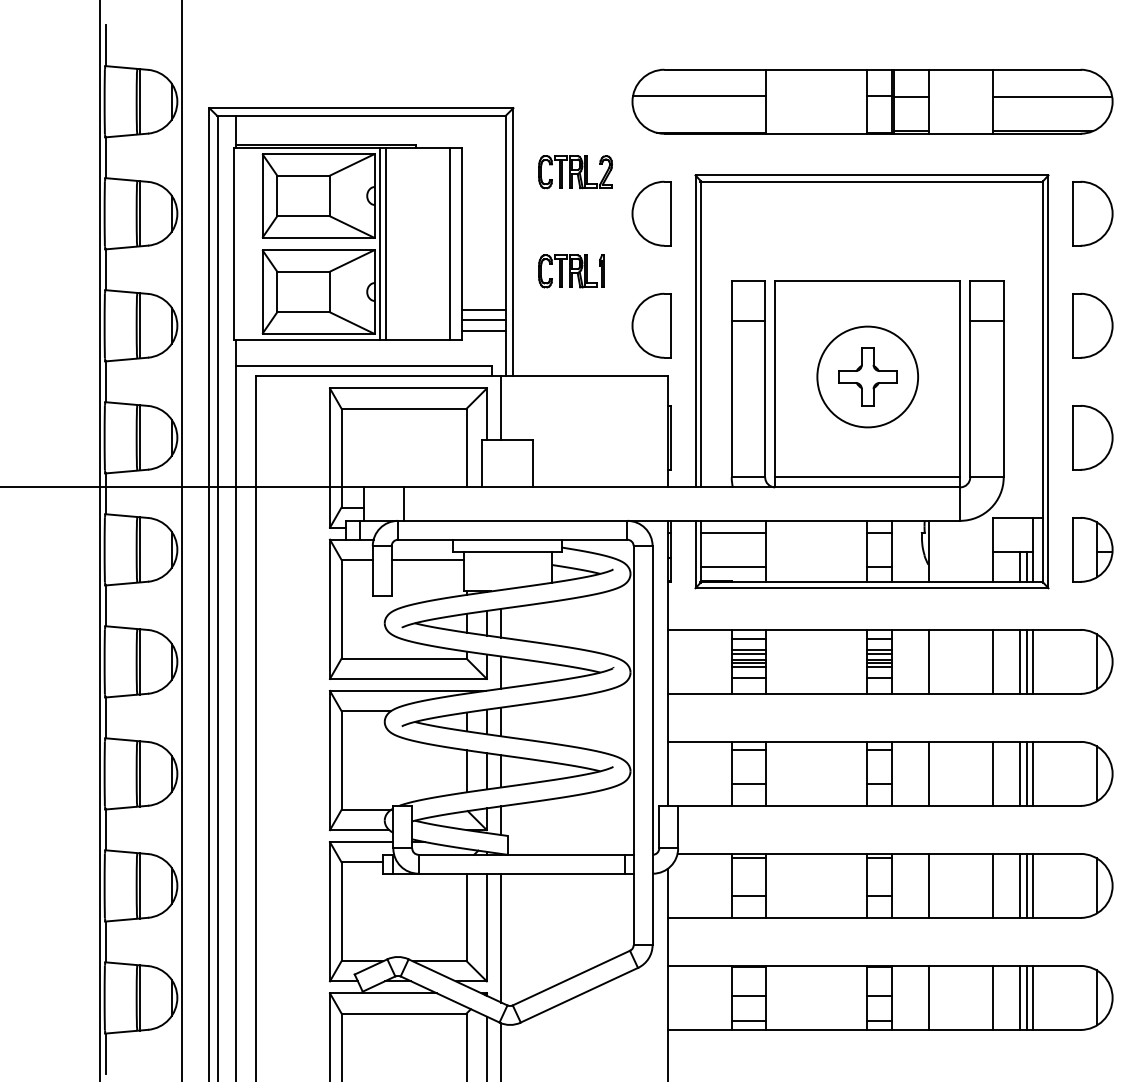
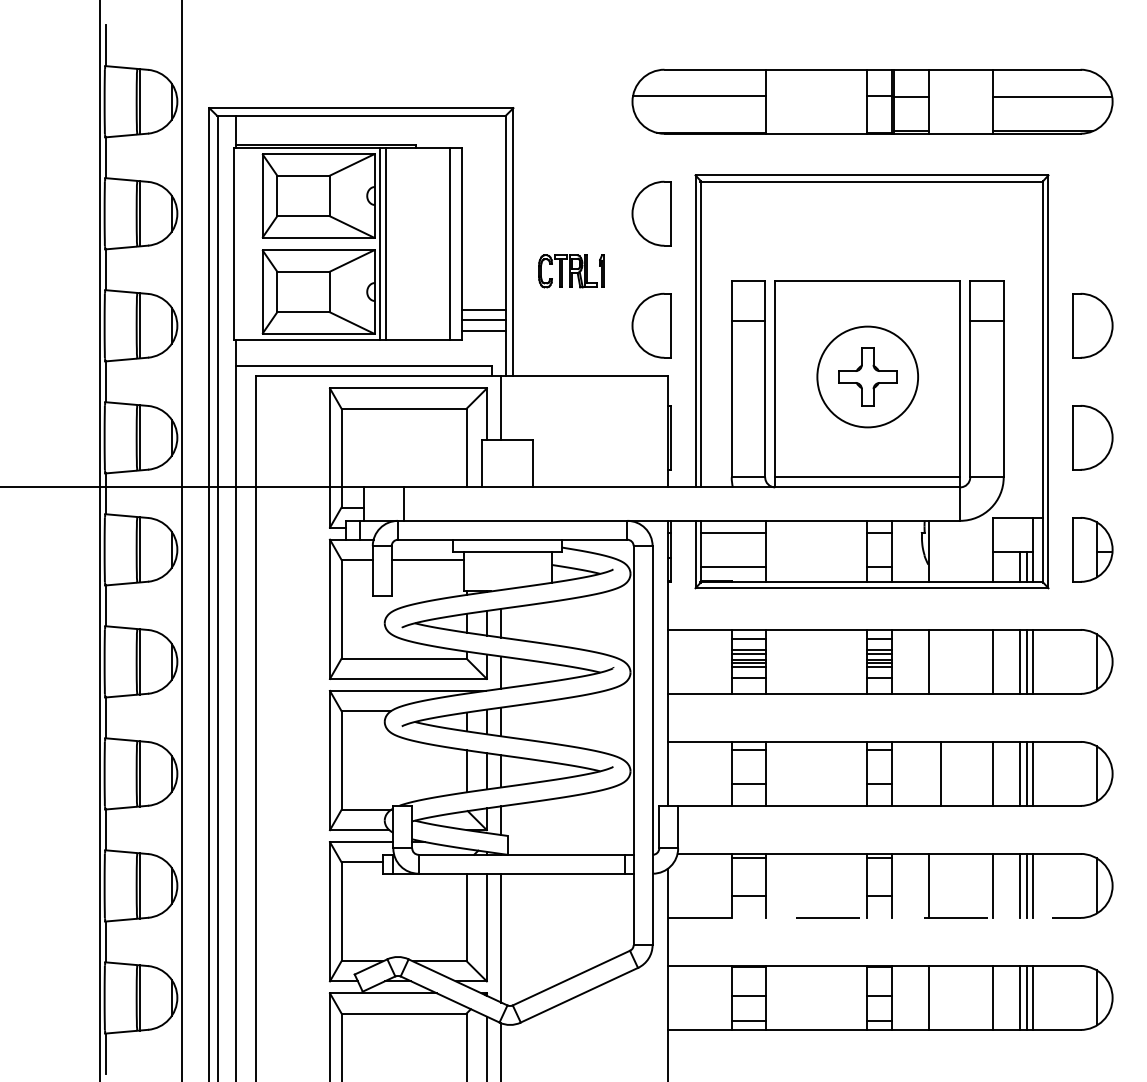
part at (575, 172): present -> none
part at (1092, 213): present -> none
line at (928, 773) position: (928, 773) -> (940, 773)
line at (874, 917): solid -> dashed
